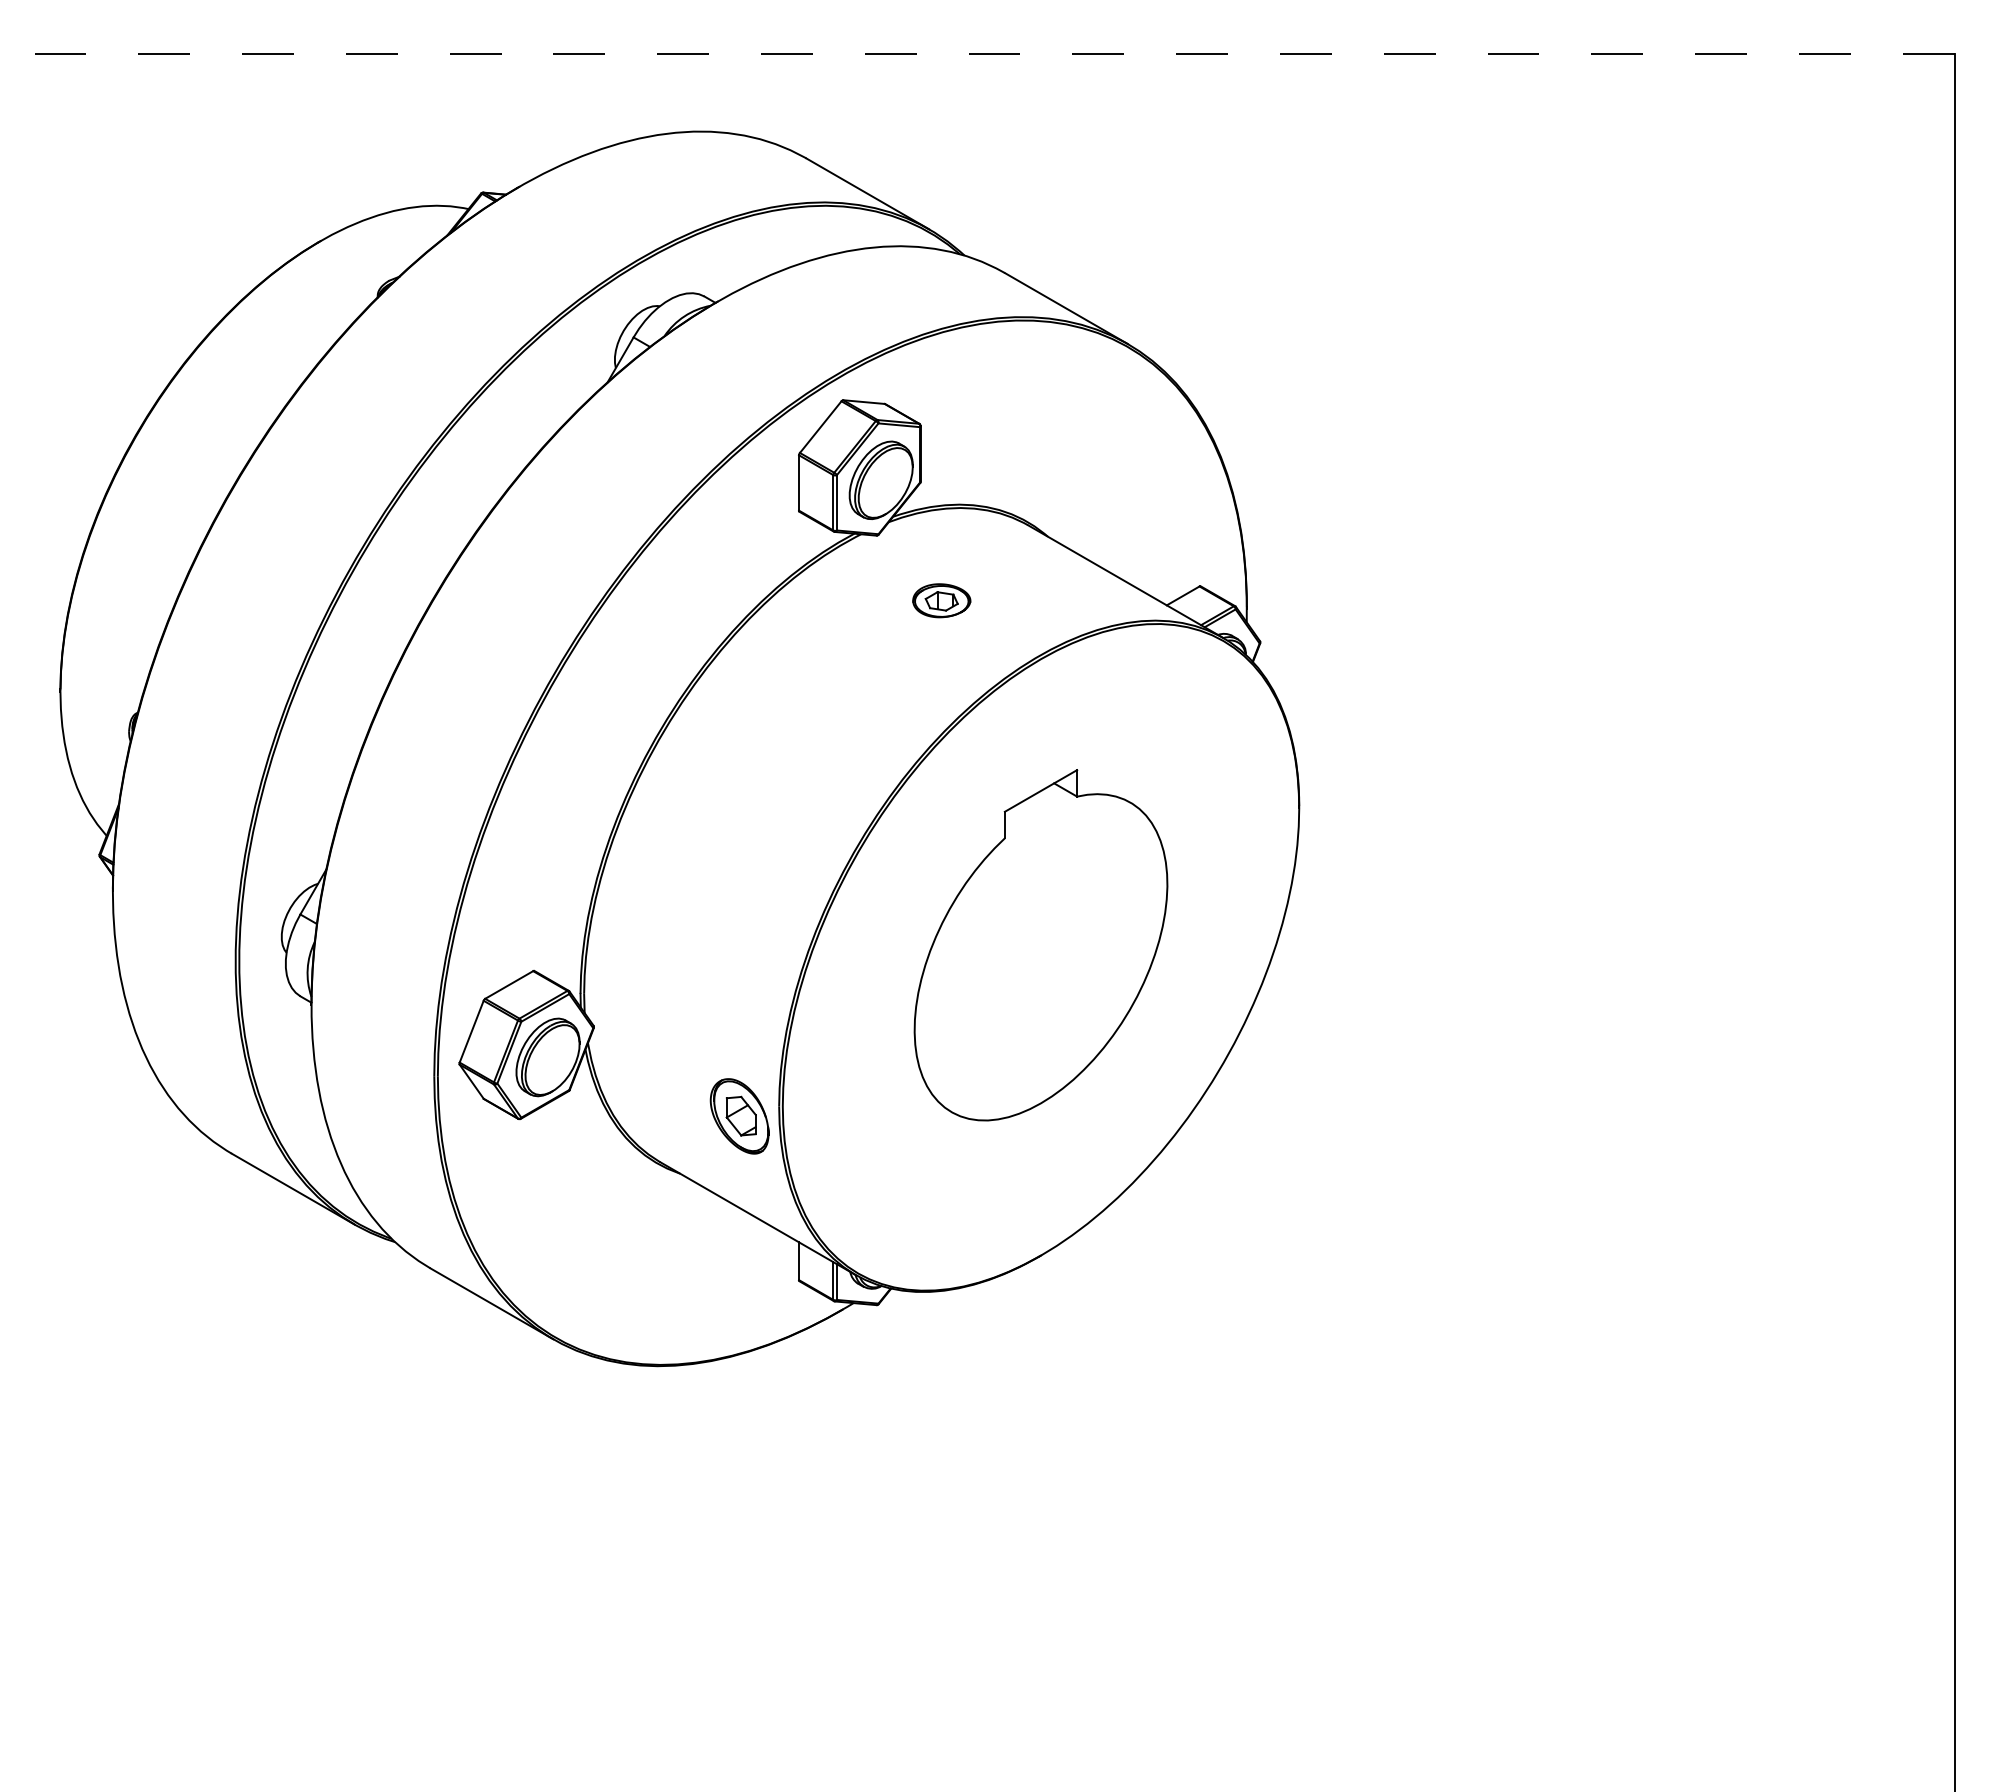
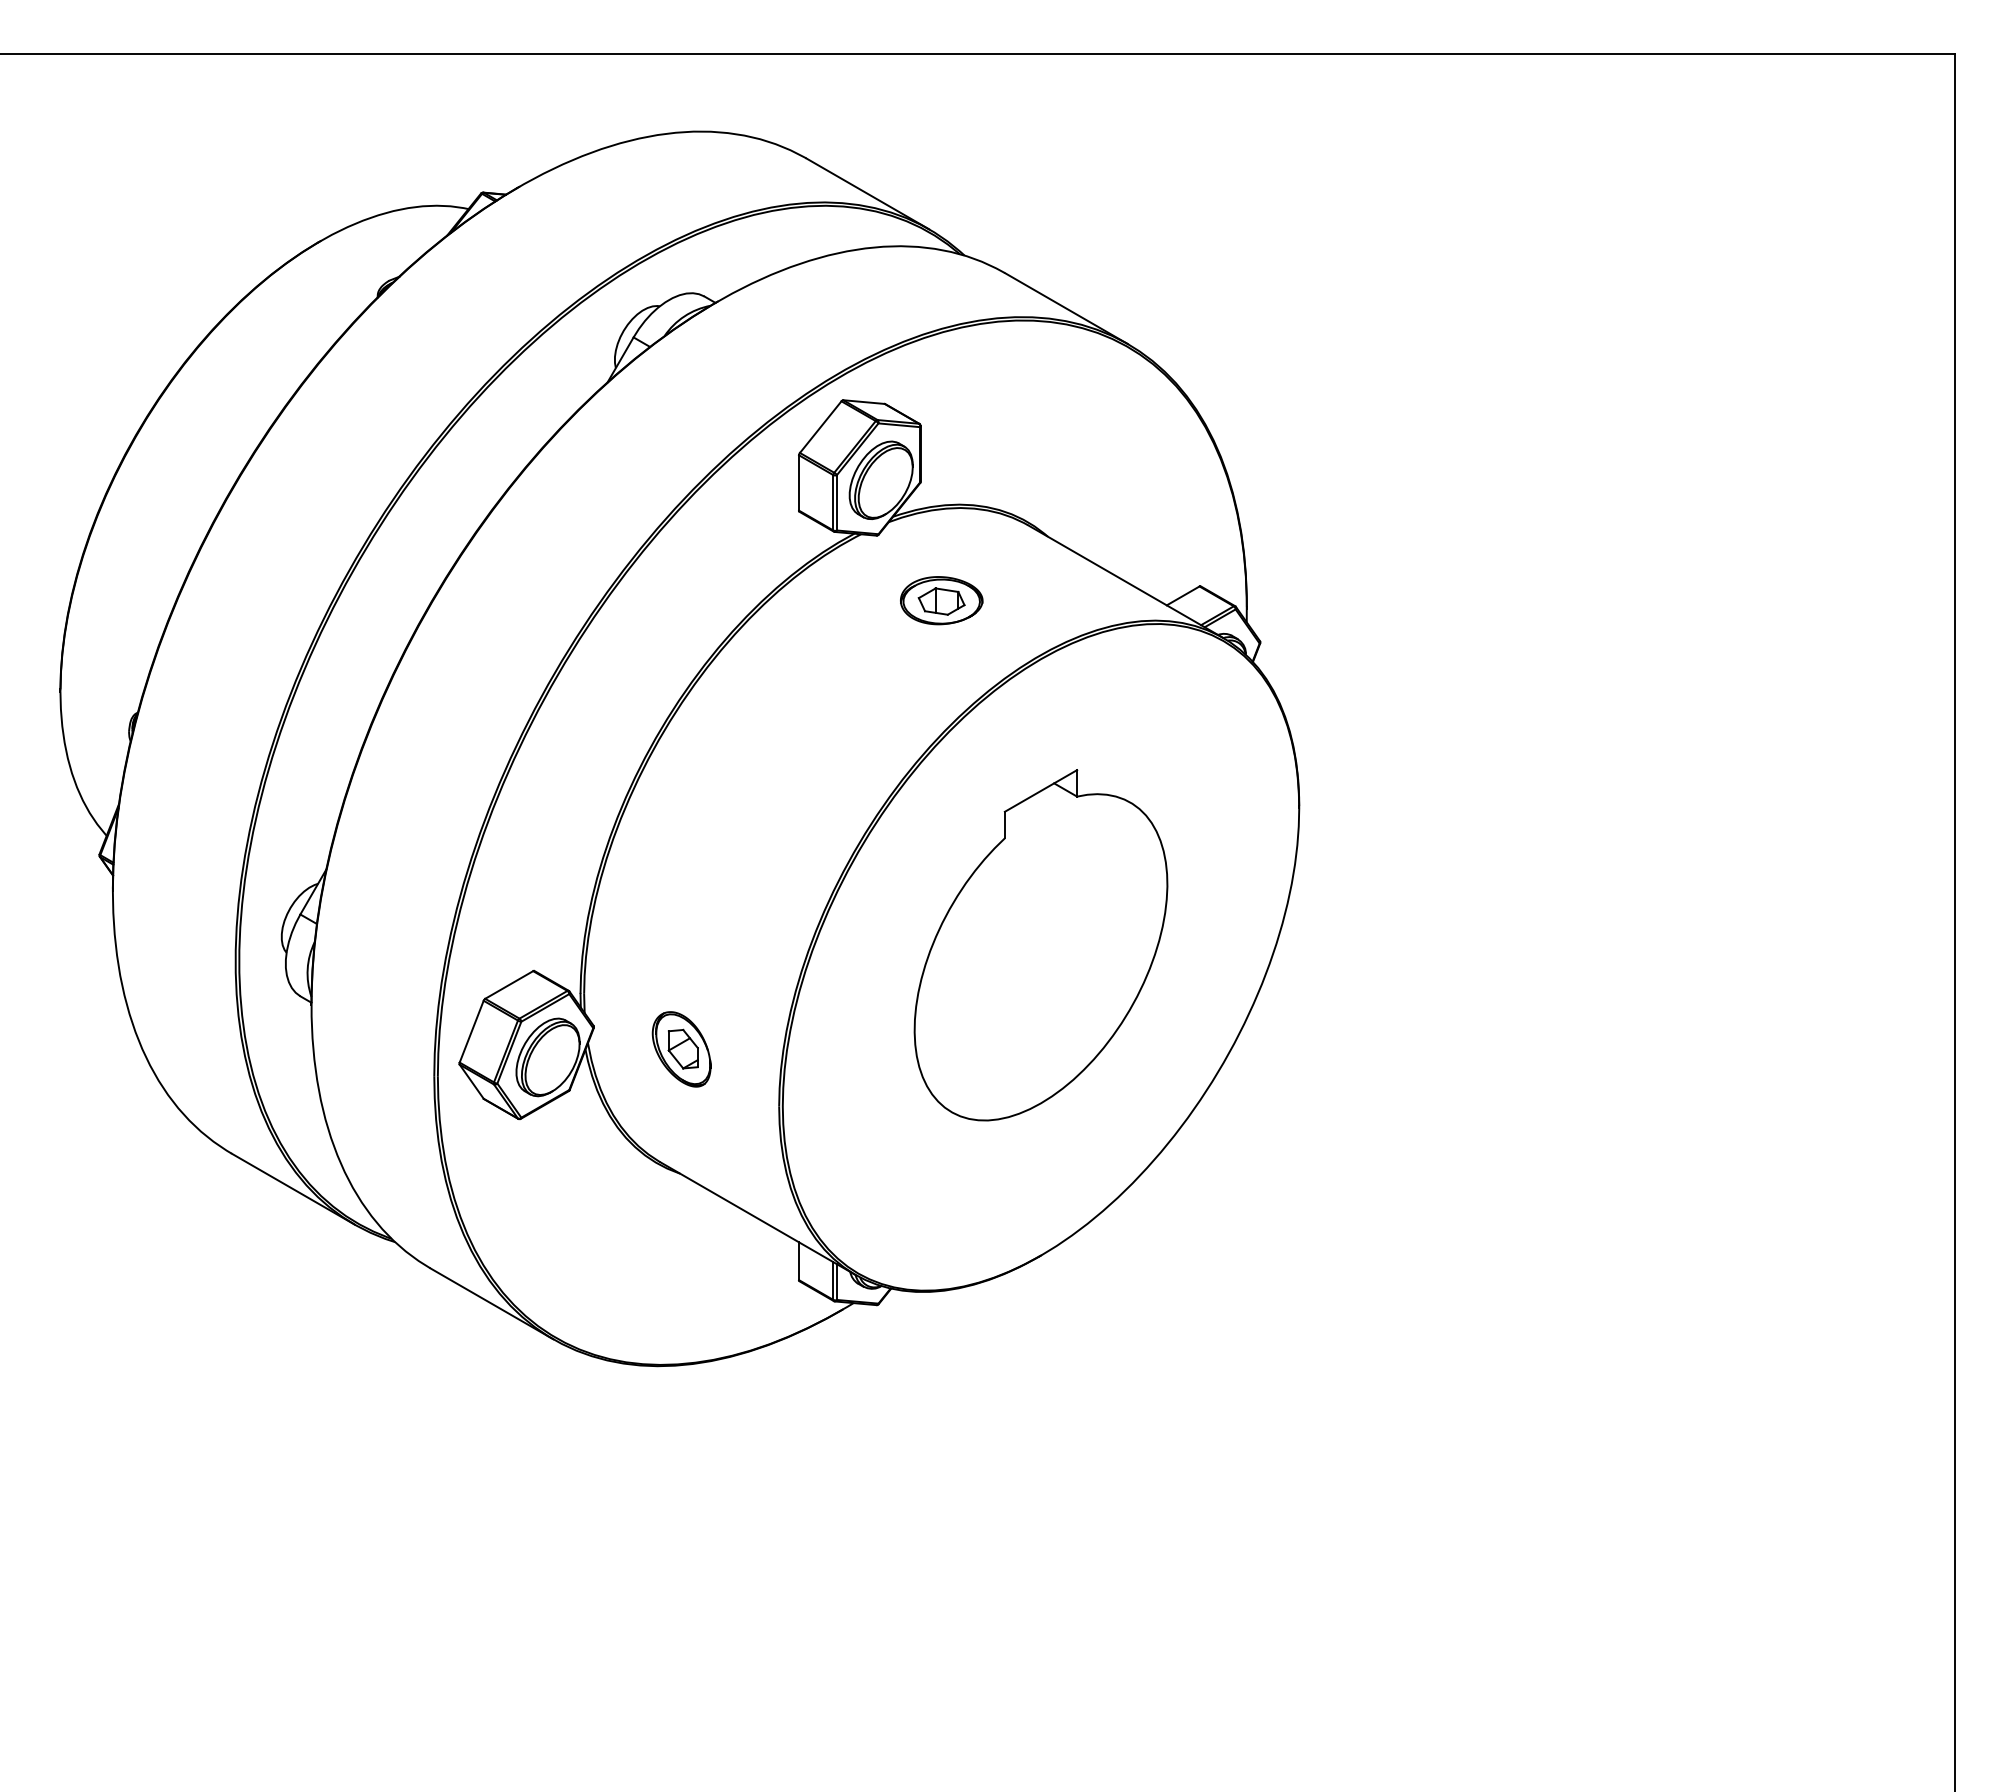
line at (977, 53): dashed -> solid
part at (941, 600) size: 60x36 px -> 84x50 px
part at (739, 1116) position: (739, 1116) -> (681, 1049)
